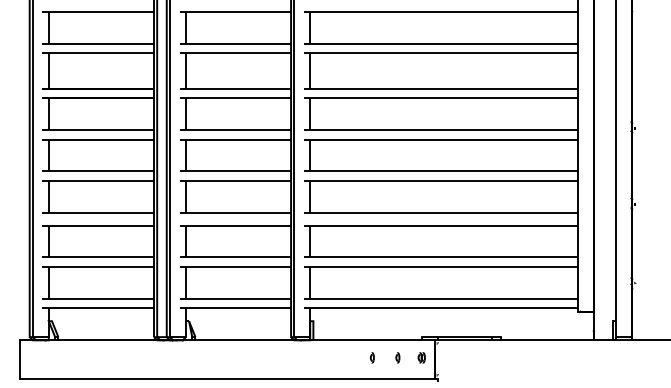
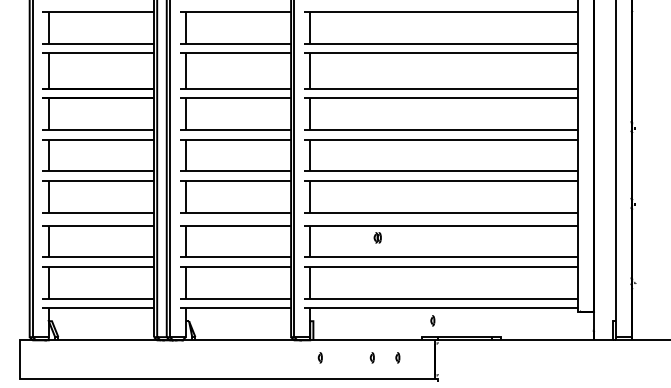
part at (432, 320): none -> present
part at (319, 357): none -> present
part at (421, 357) position: (421, 357) -> (377, 237)
